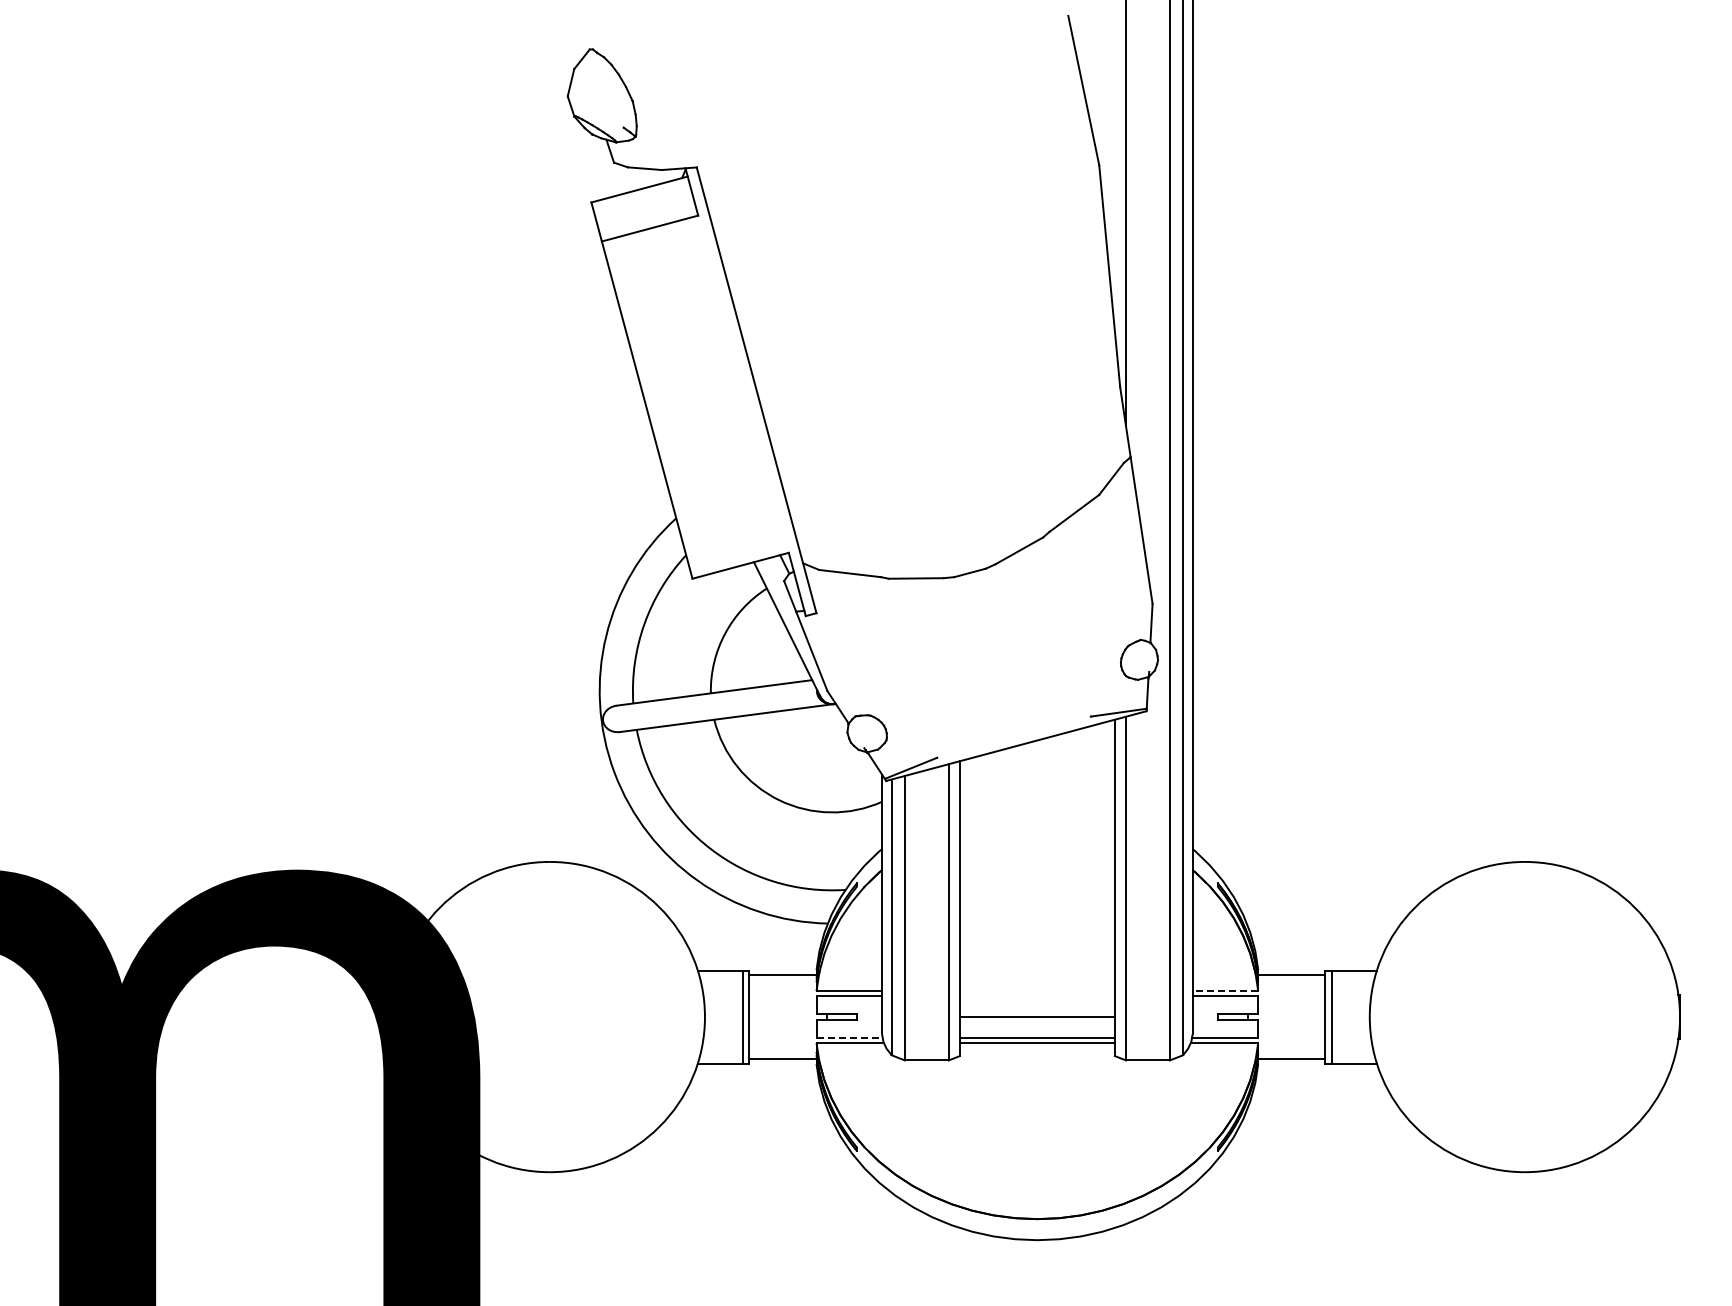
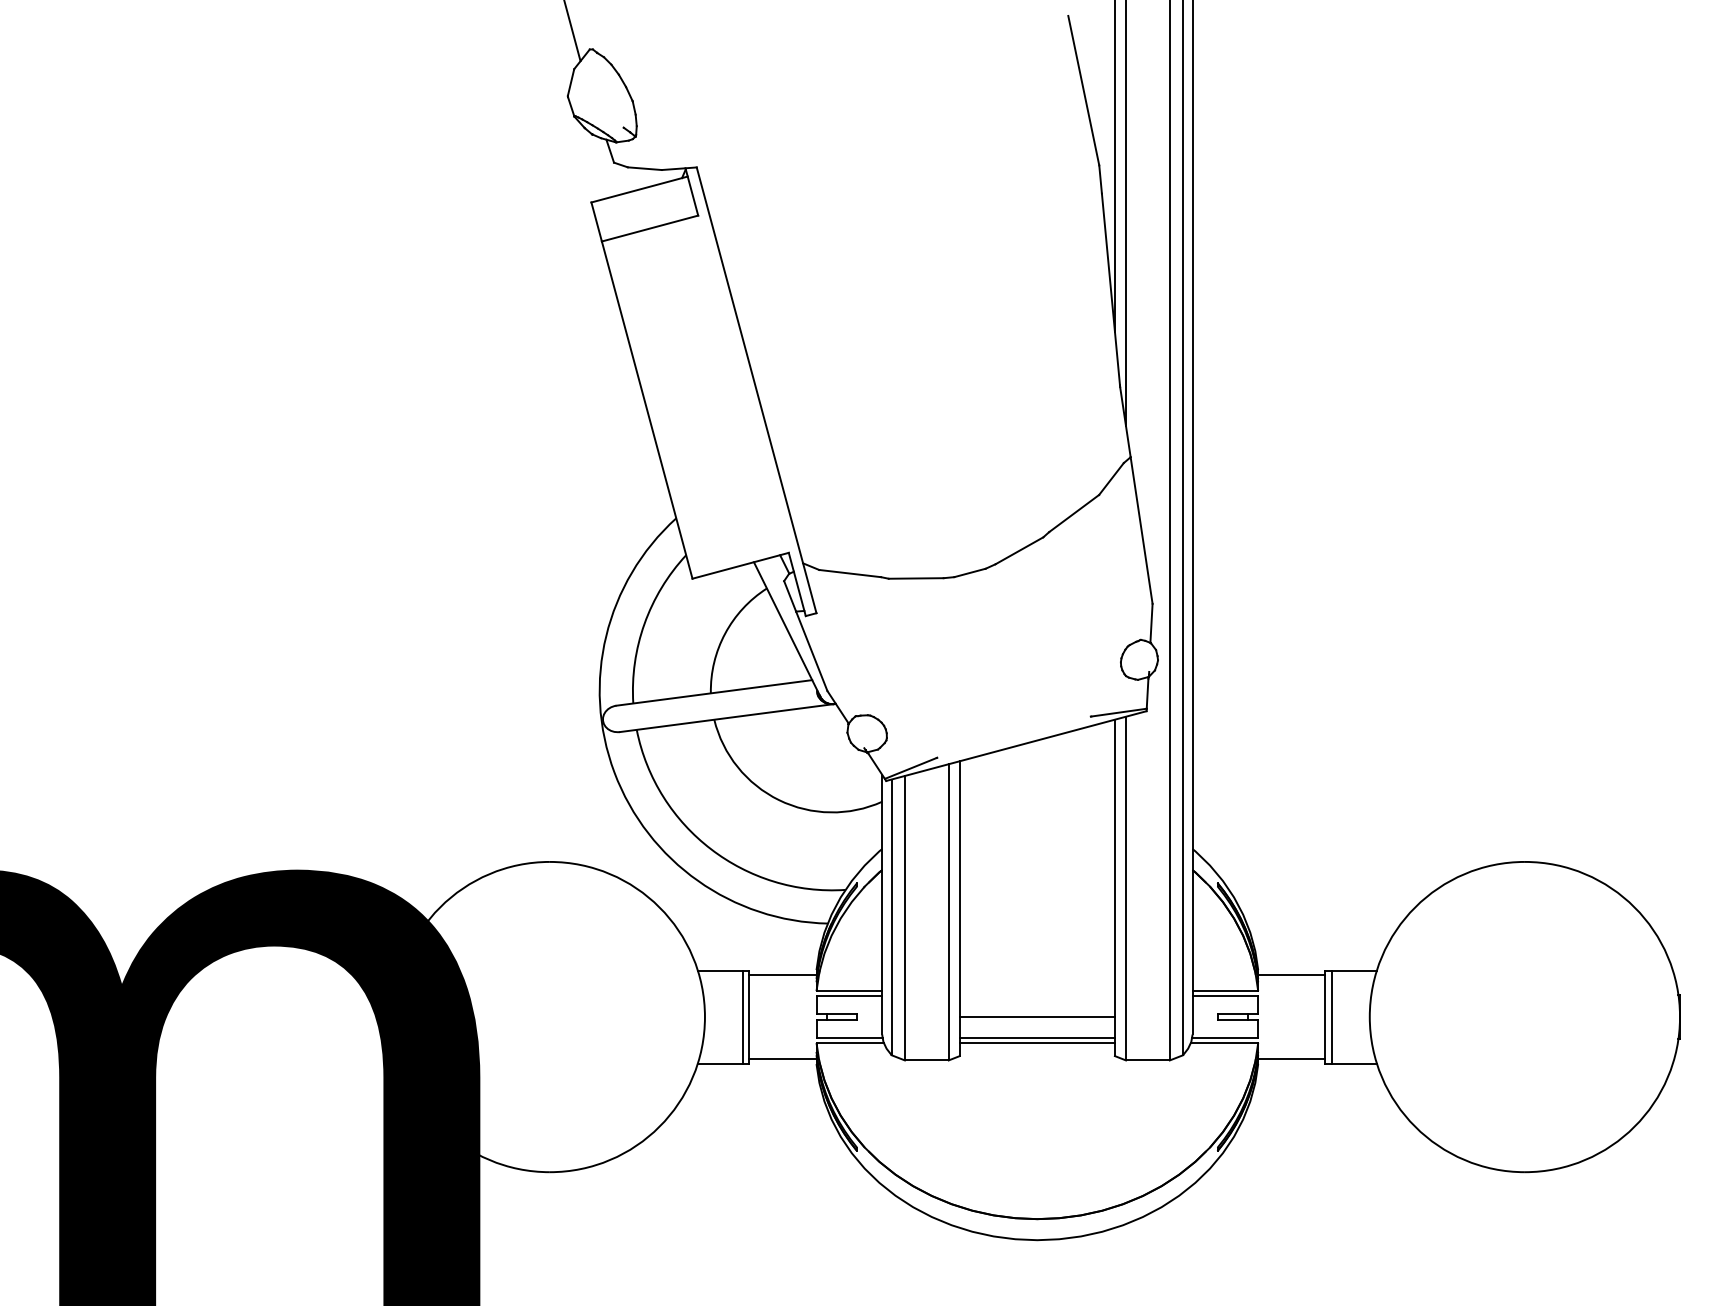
line at (572, 31): none -> present
line at (1114, 166): none -> present
line at (1225, 991): dashed -> solid
line at (850, 1038): dashed -> solid
